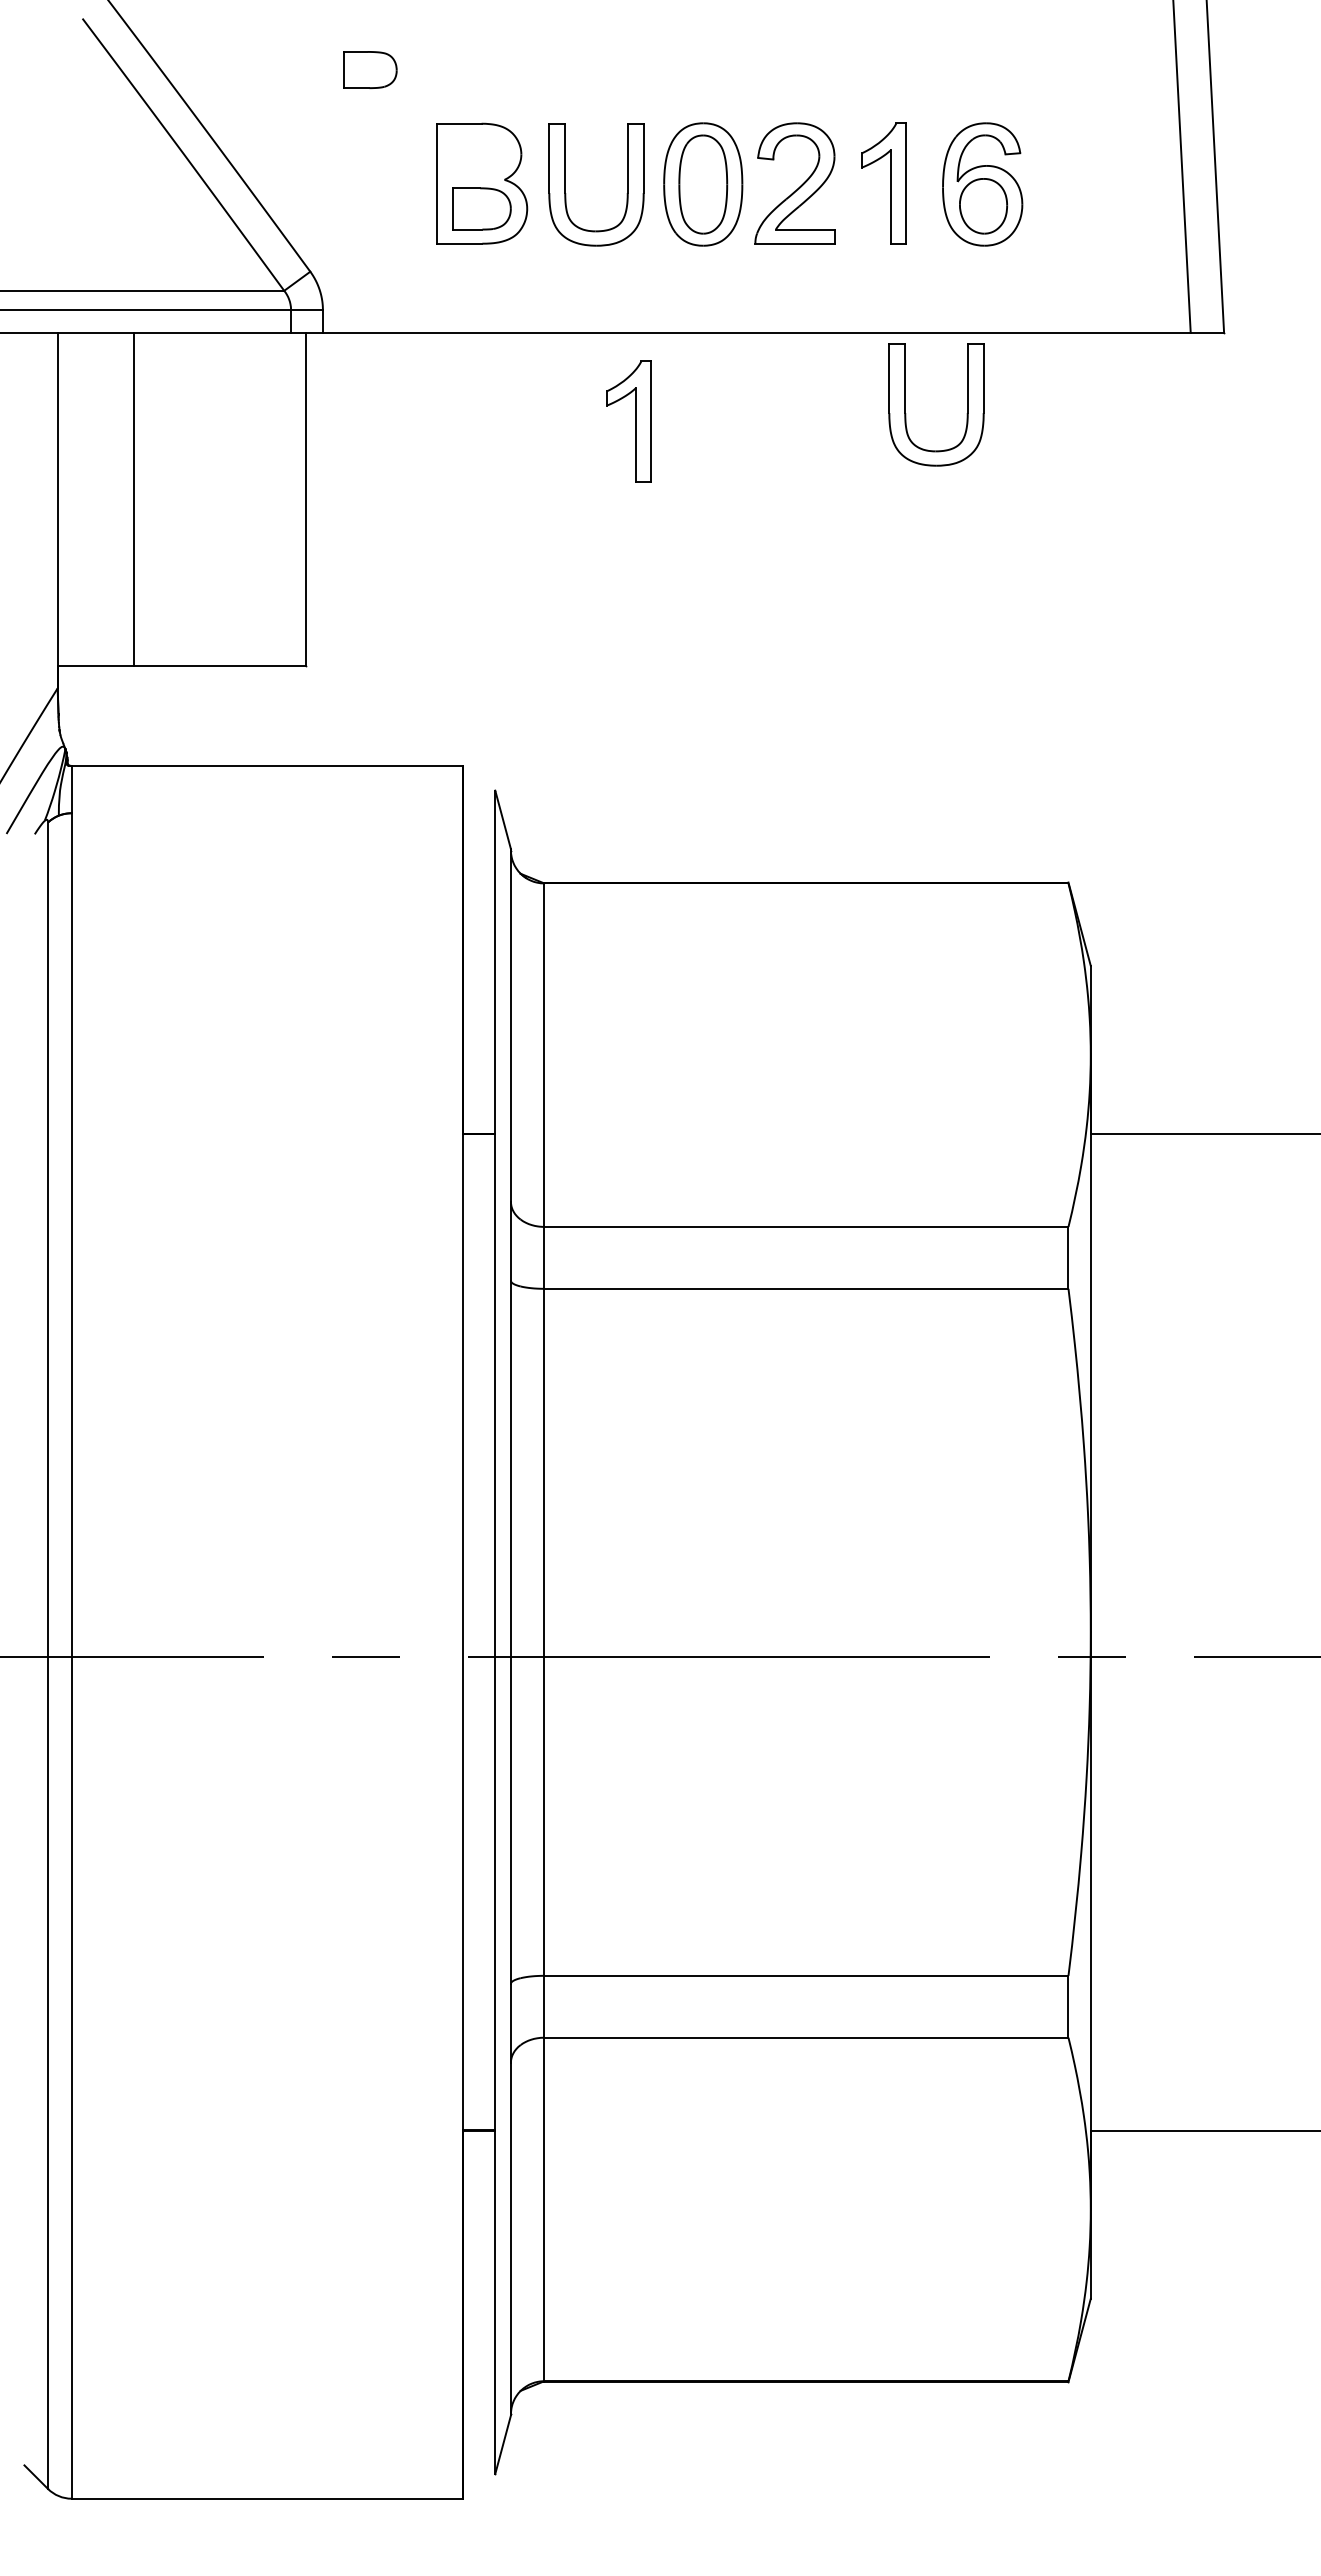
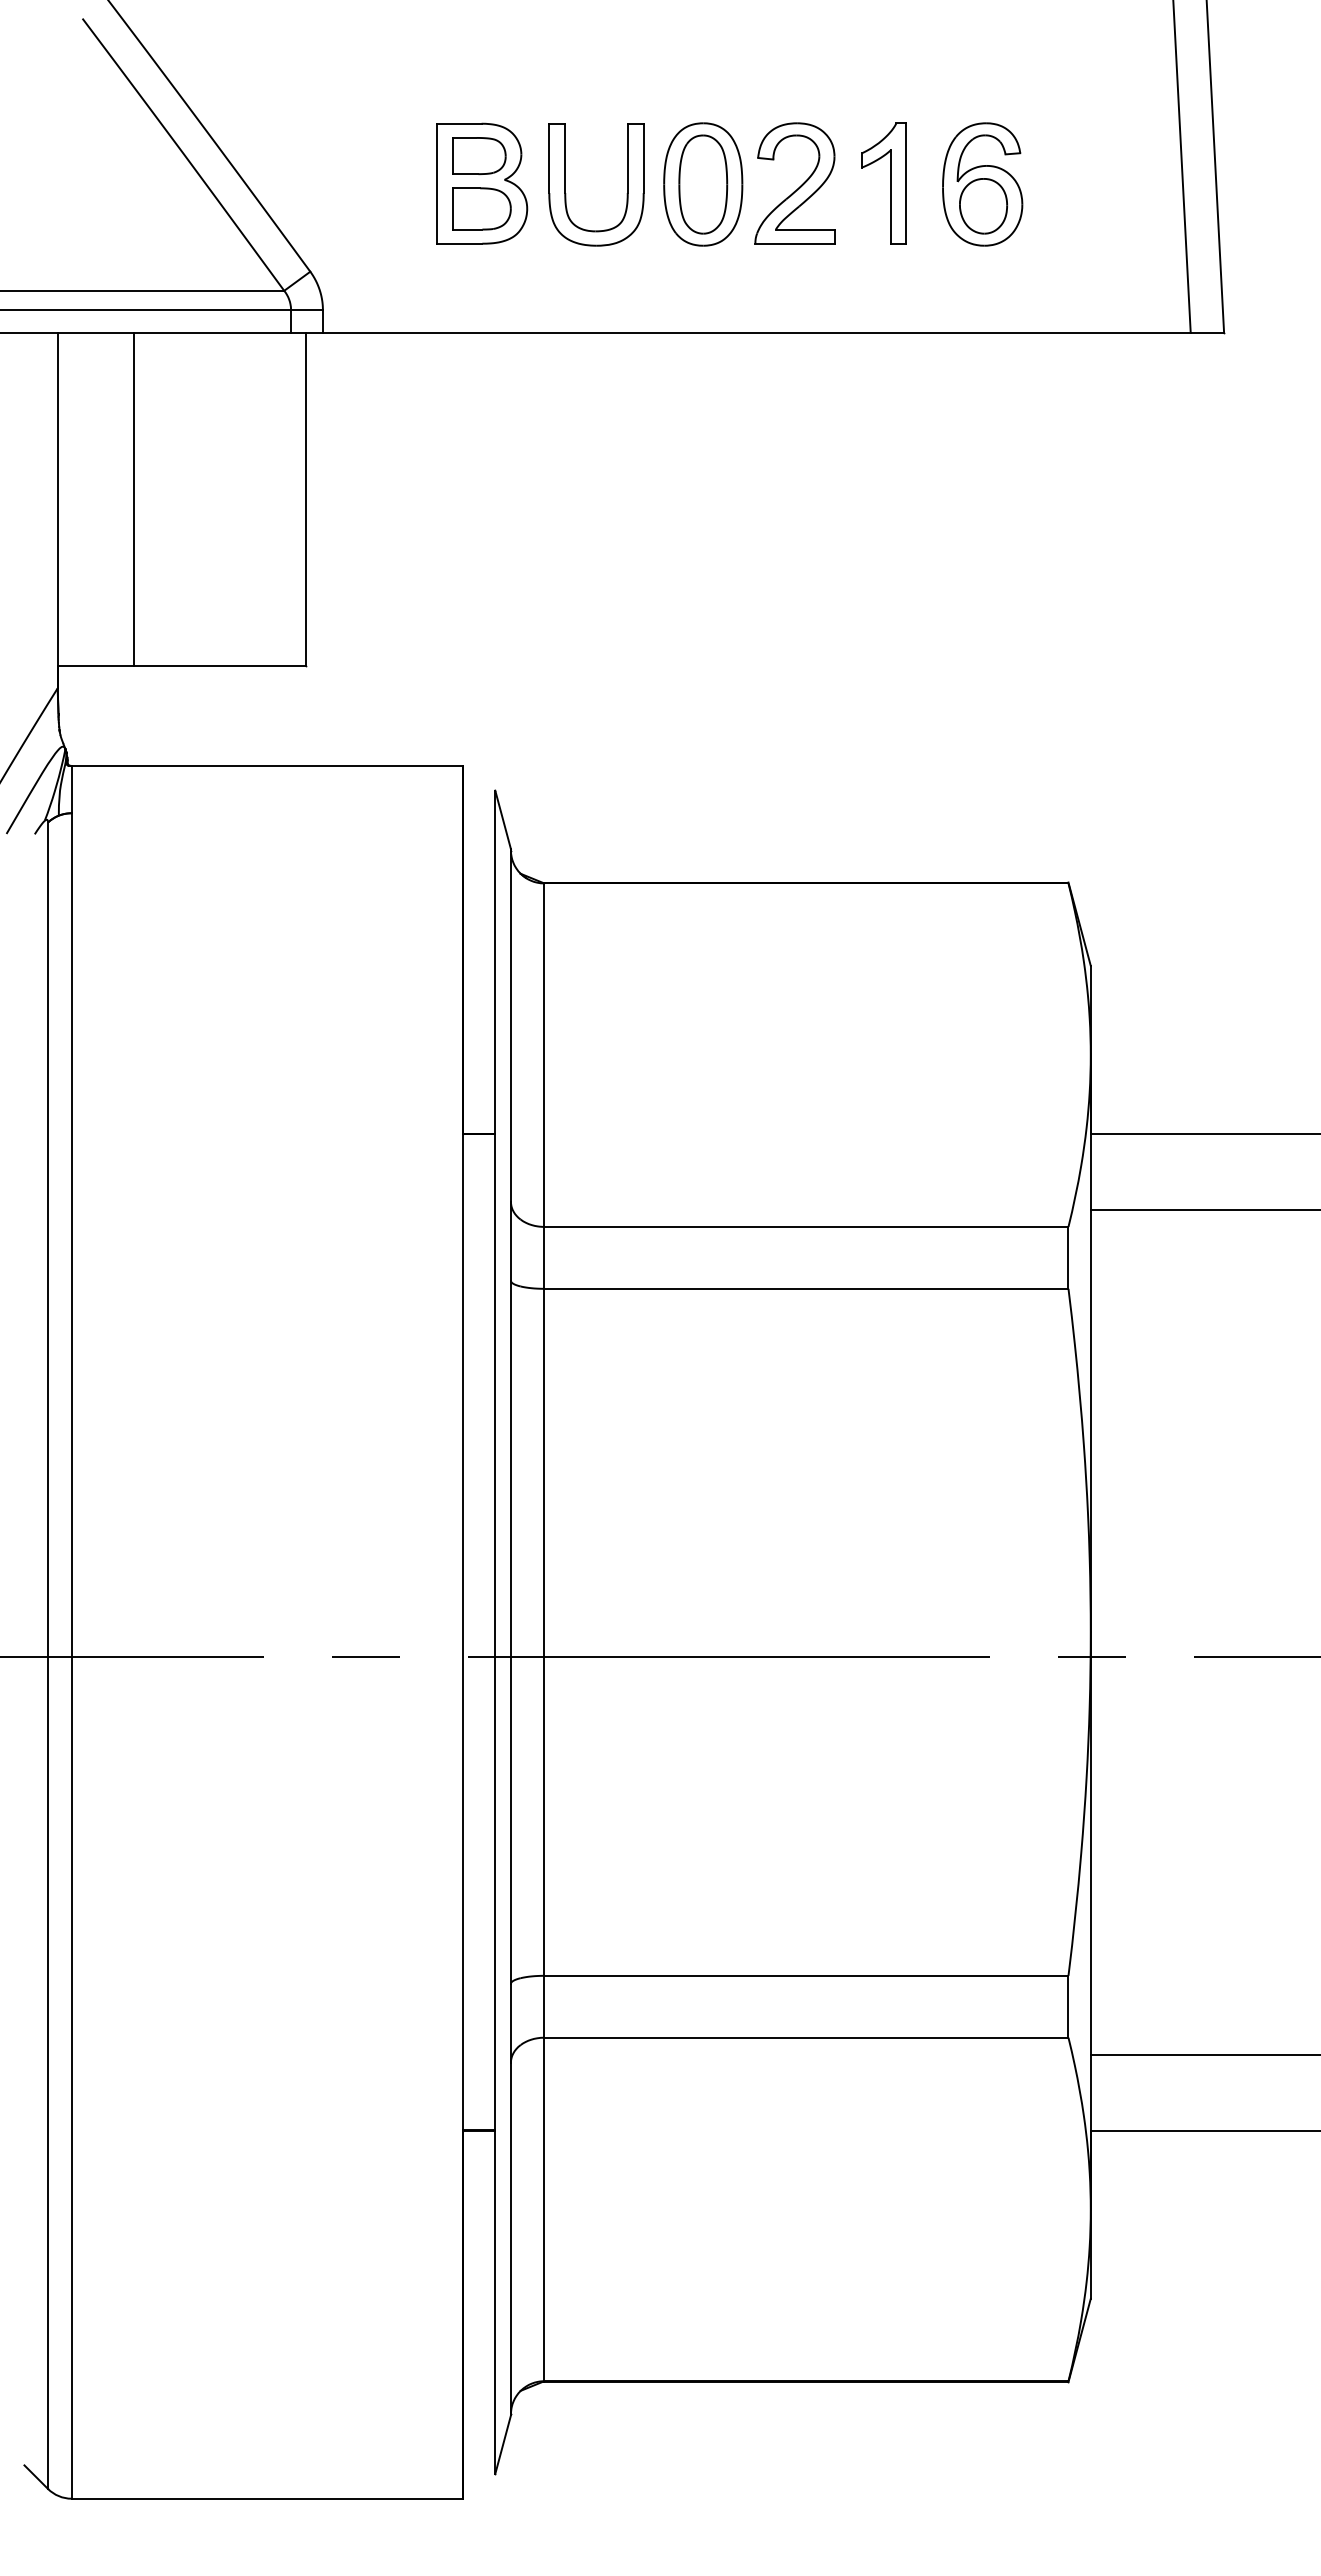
part at (370, 69) position: (370, 69) -> (479, 155)
part at (905, 404): present -> none
part at (635, 421): present -> none
line at (1203, 1209): none -> present
line at (1203, 2054): none -> present
